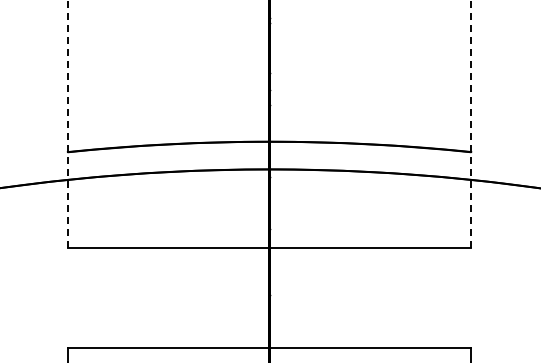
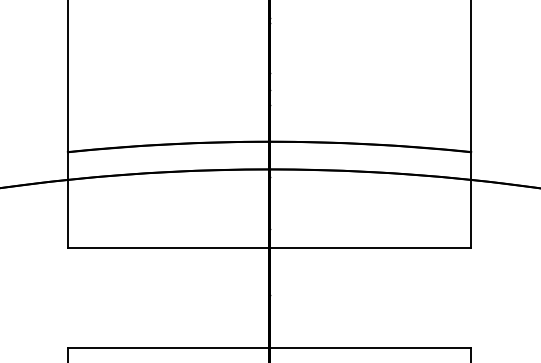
line at (67, 124): dashed -> solid
line at (471, 124): dashed -> solid
